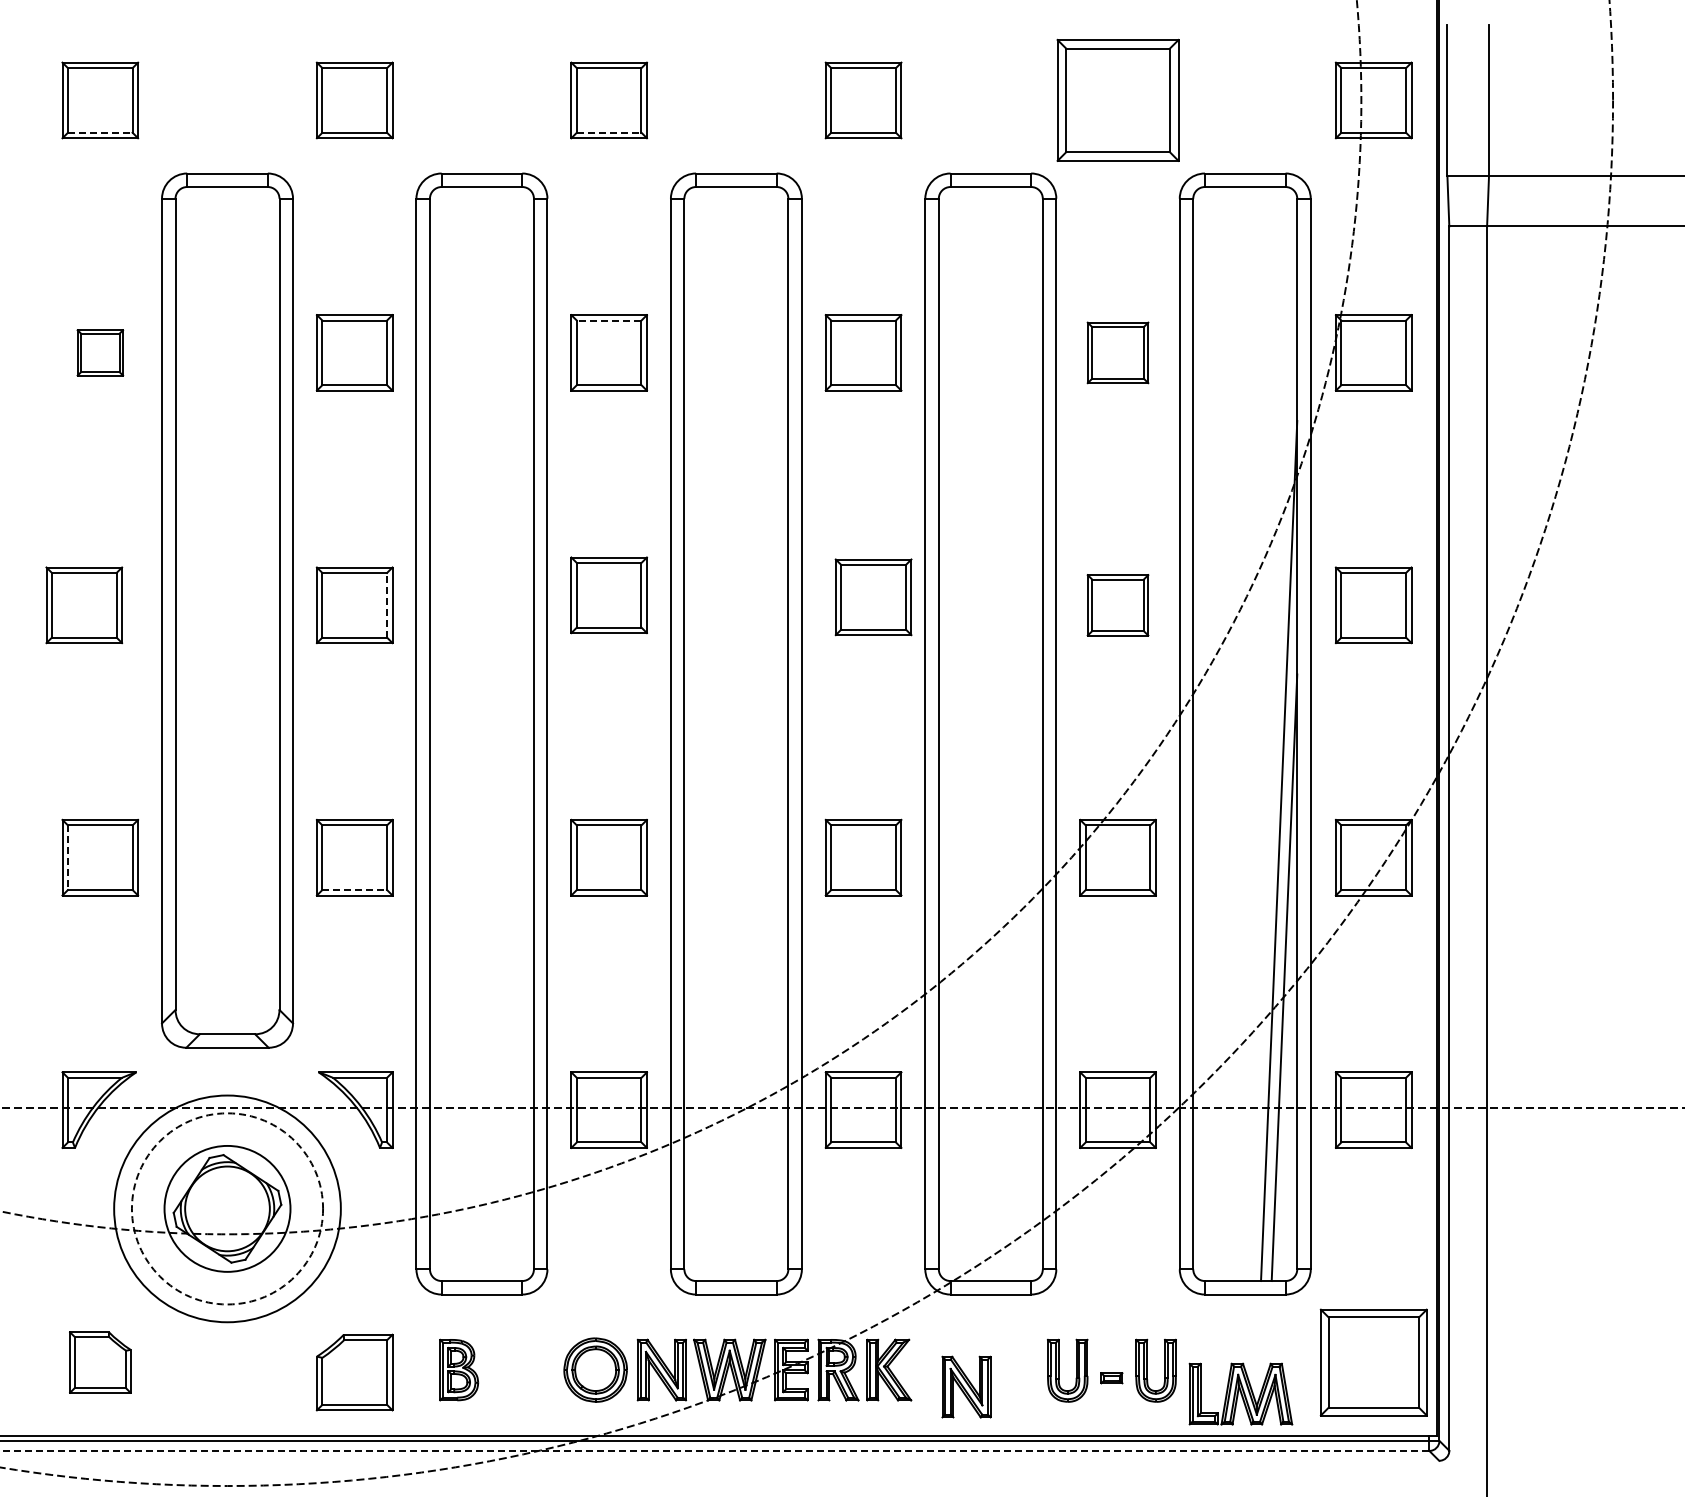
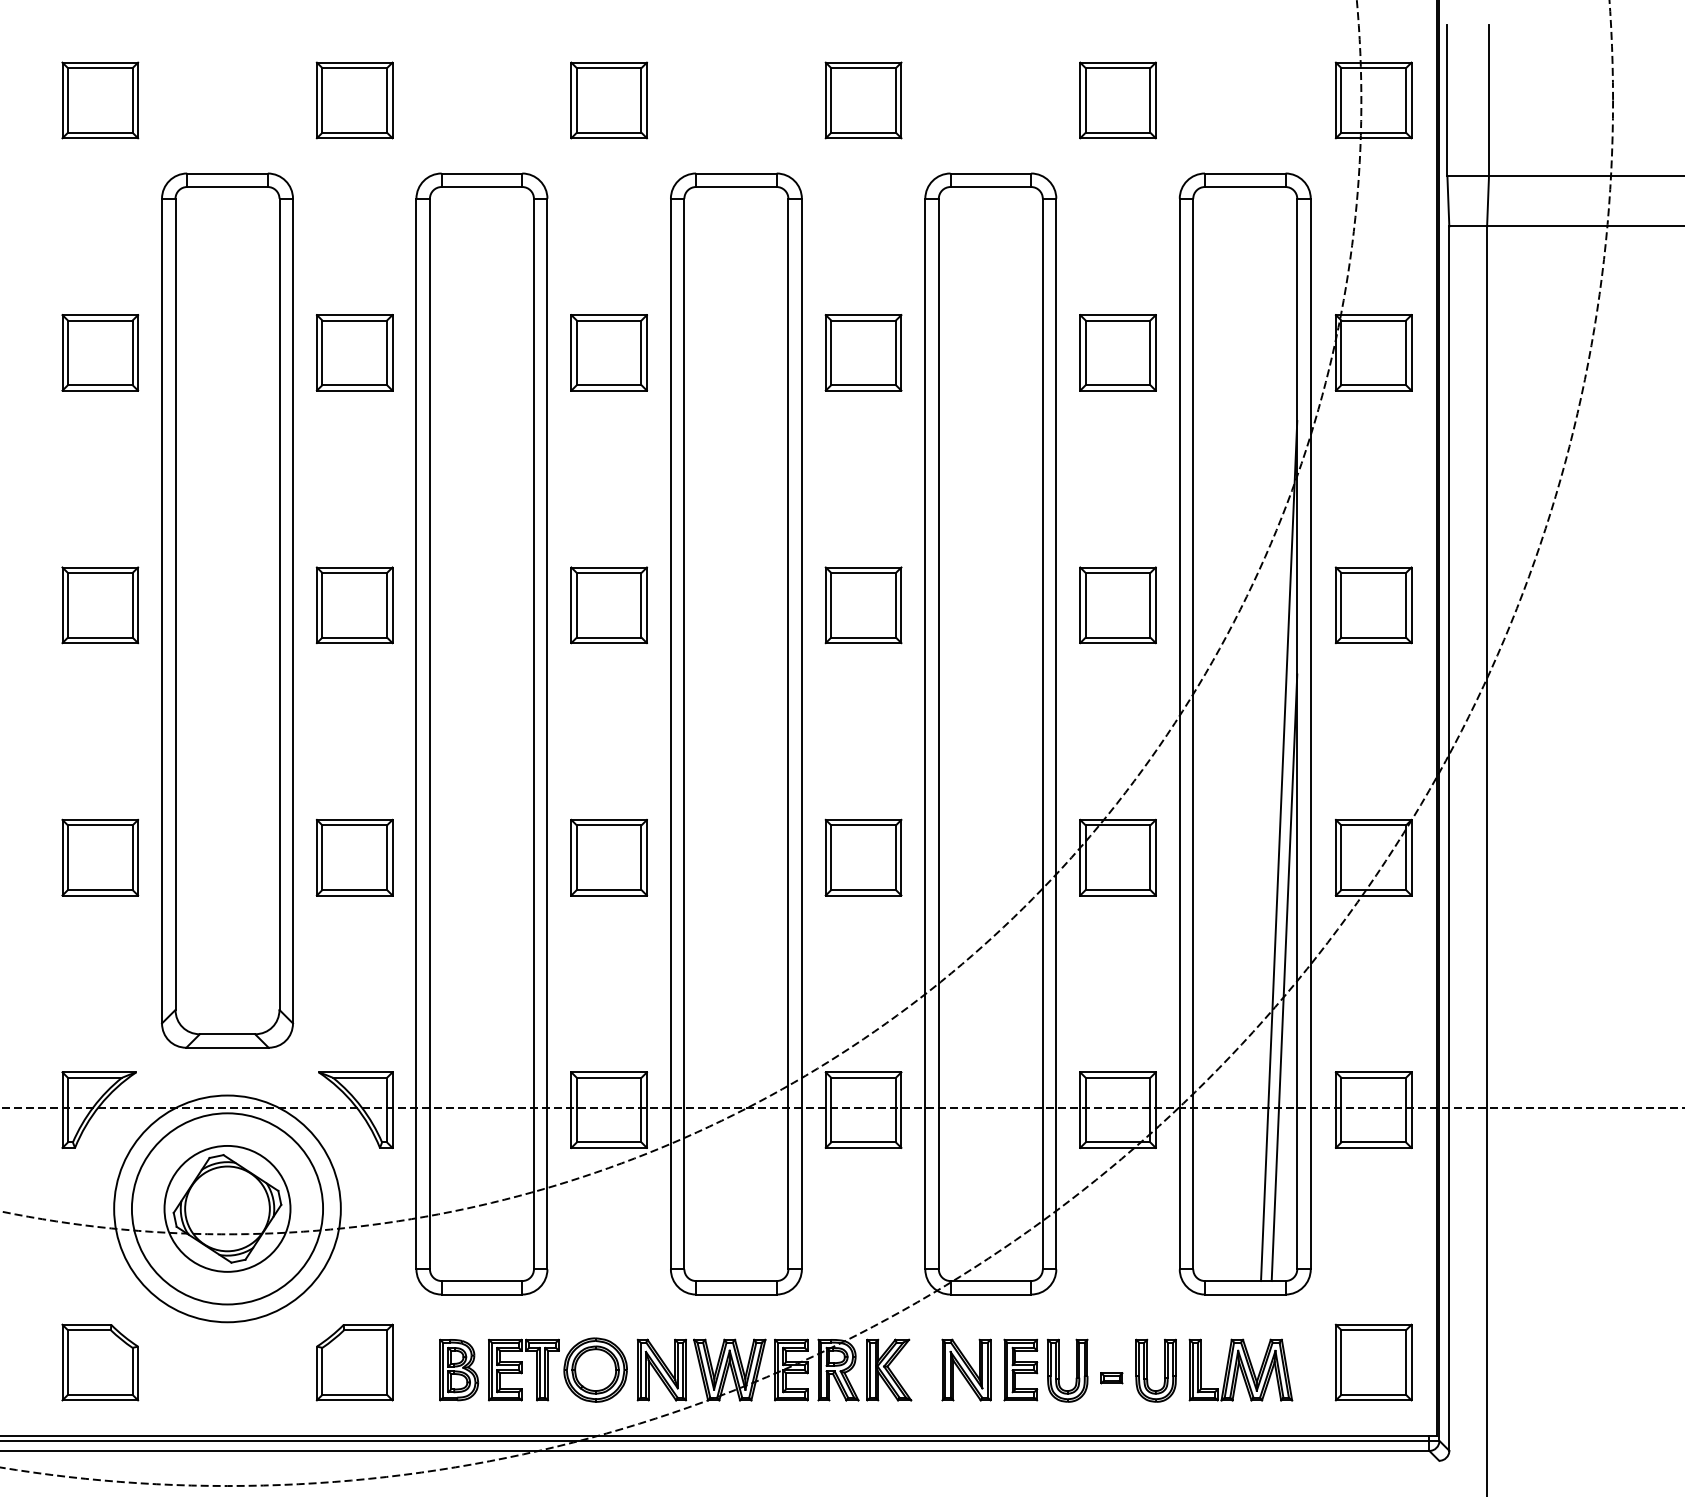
part at (1117, 99) size: 124x124 px -> 78x79 px
line at (100, 132): dashed -> solid
line at (609, 132): dashed -> solid
line at (608, 320): dashed -> solid
part at (100, 352) size: 49x48 px -> 79x78 px
part at (1117, 352) size: 64x64 px -> 78x78 px
part at (608, 595) position: (608, 595) -> (608, 605)
part at (873, 597) position: (873, 597) -> (863, 605)
line at (387, 604): dashed -> solid
part at (84, 605) position: (84, 605) -> (100, 605)
part at (1117, 605) size: 64x63 px -> 78x79 px
line at (68, 858): dashed -> solid
line at (355, 889): dashed -> solid
circle at (227, 1208): dashed -> solid
part at (100, 1362) size: 63x63 px -> 79x79 px
part at (1373, 1362) size: 109x109 px -> 79x79 px
part at (523, 1369): none -> present
part at (1020, 1369): none -> present
part at (354, 1372) position: (354, 1372) -> (354, 1362)
part at (966, 1386) position: (966, 1386) -> (966, 1369)
part at (1240, 1393) position: (1240, 1393) -> (1240, 1369)
line at (714, 1450): dashed -> solid
